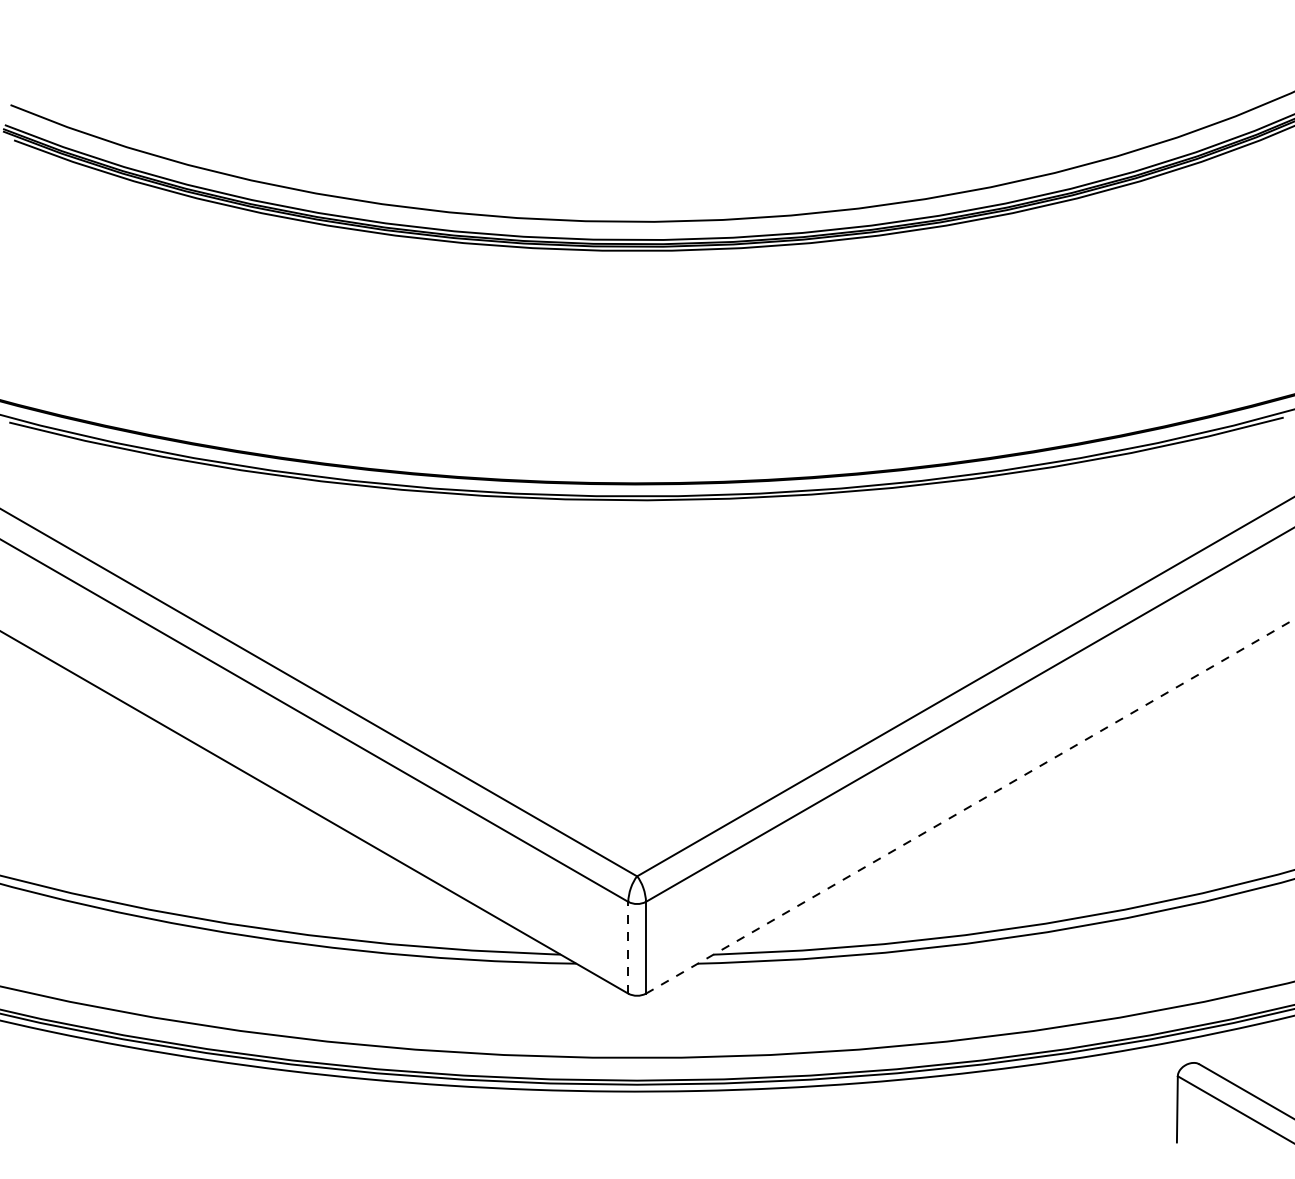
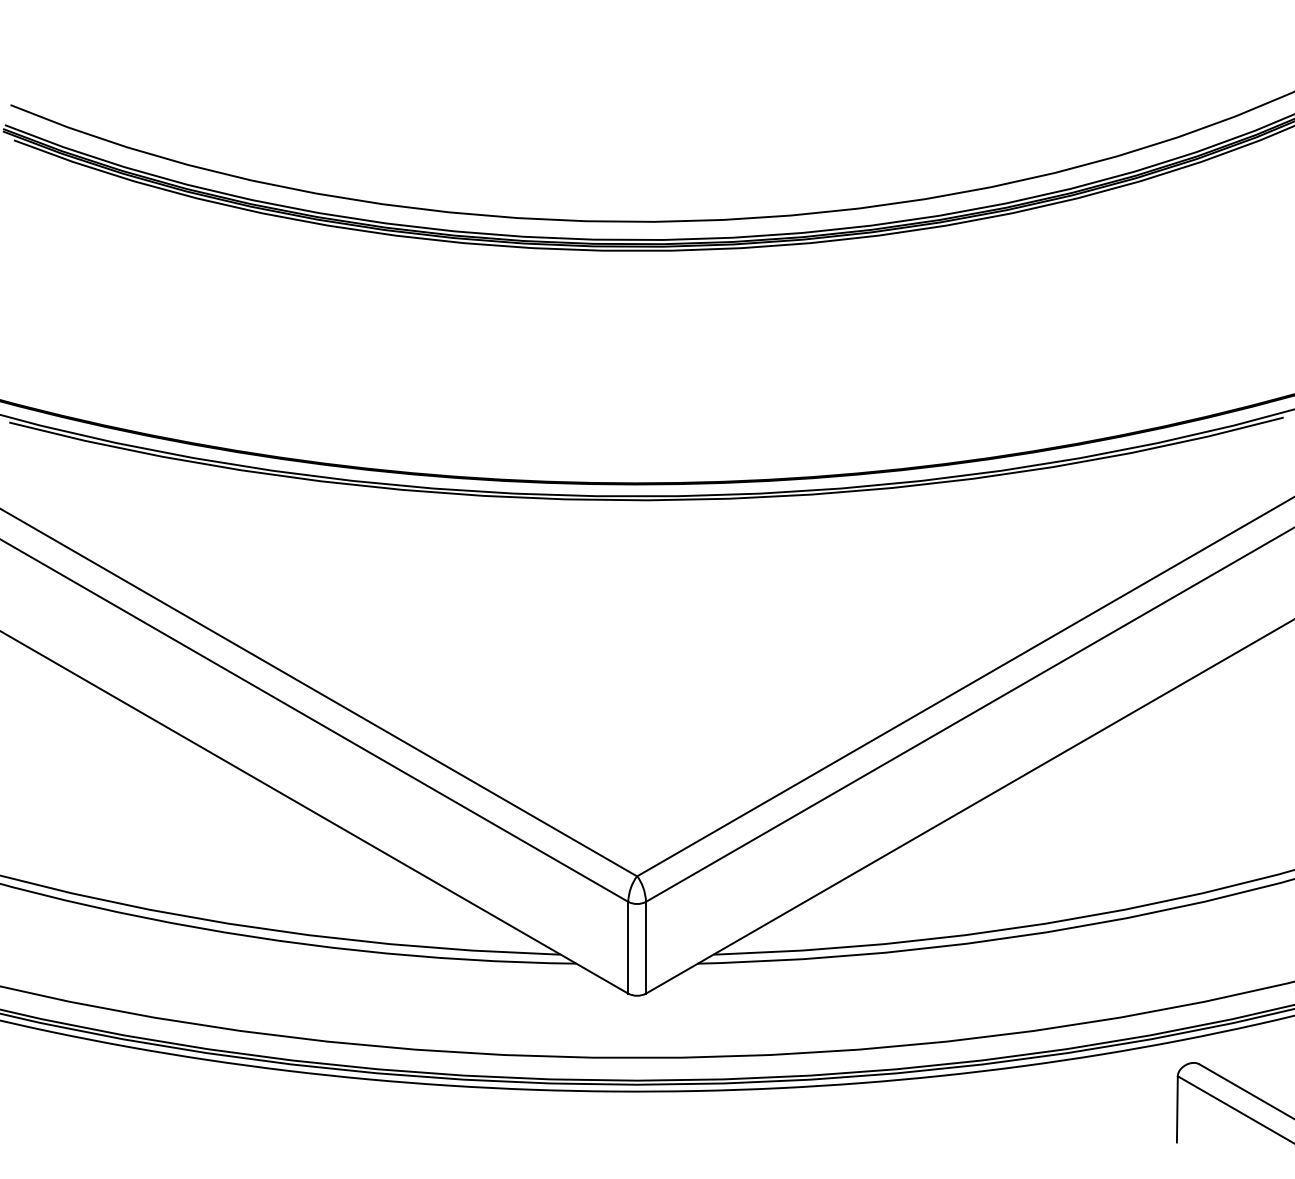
line at (970, 806): dashed -> solid
line at (628, 947): dashed -> solid
